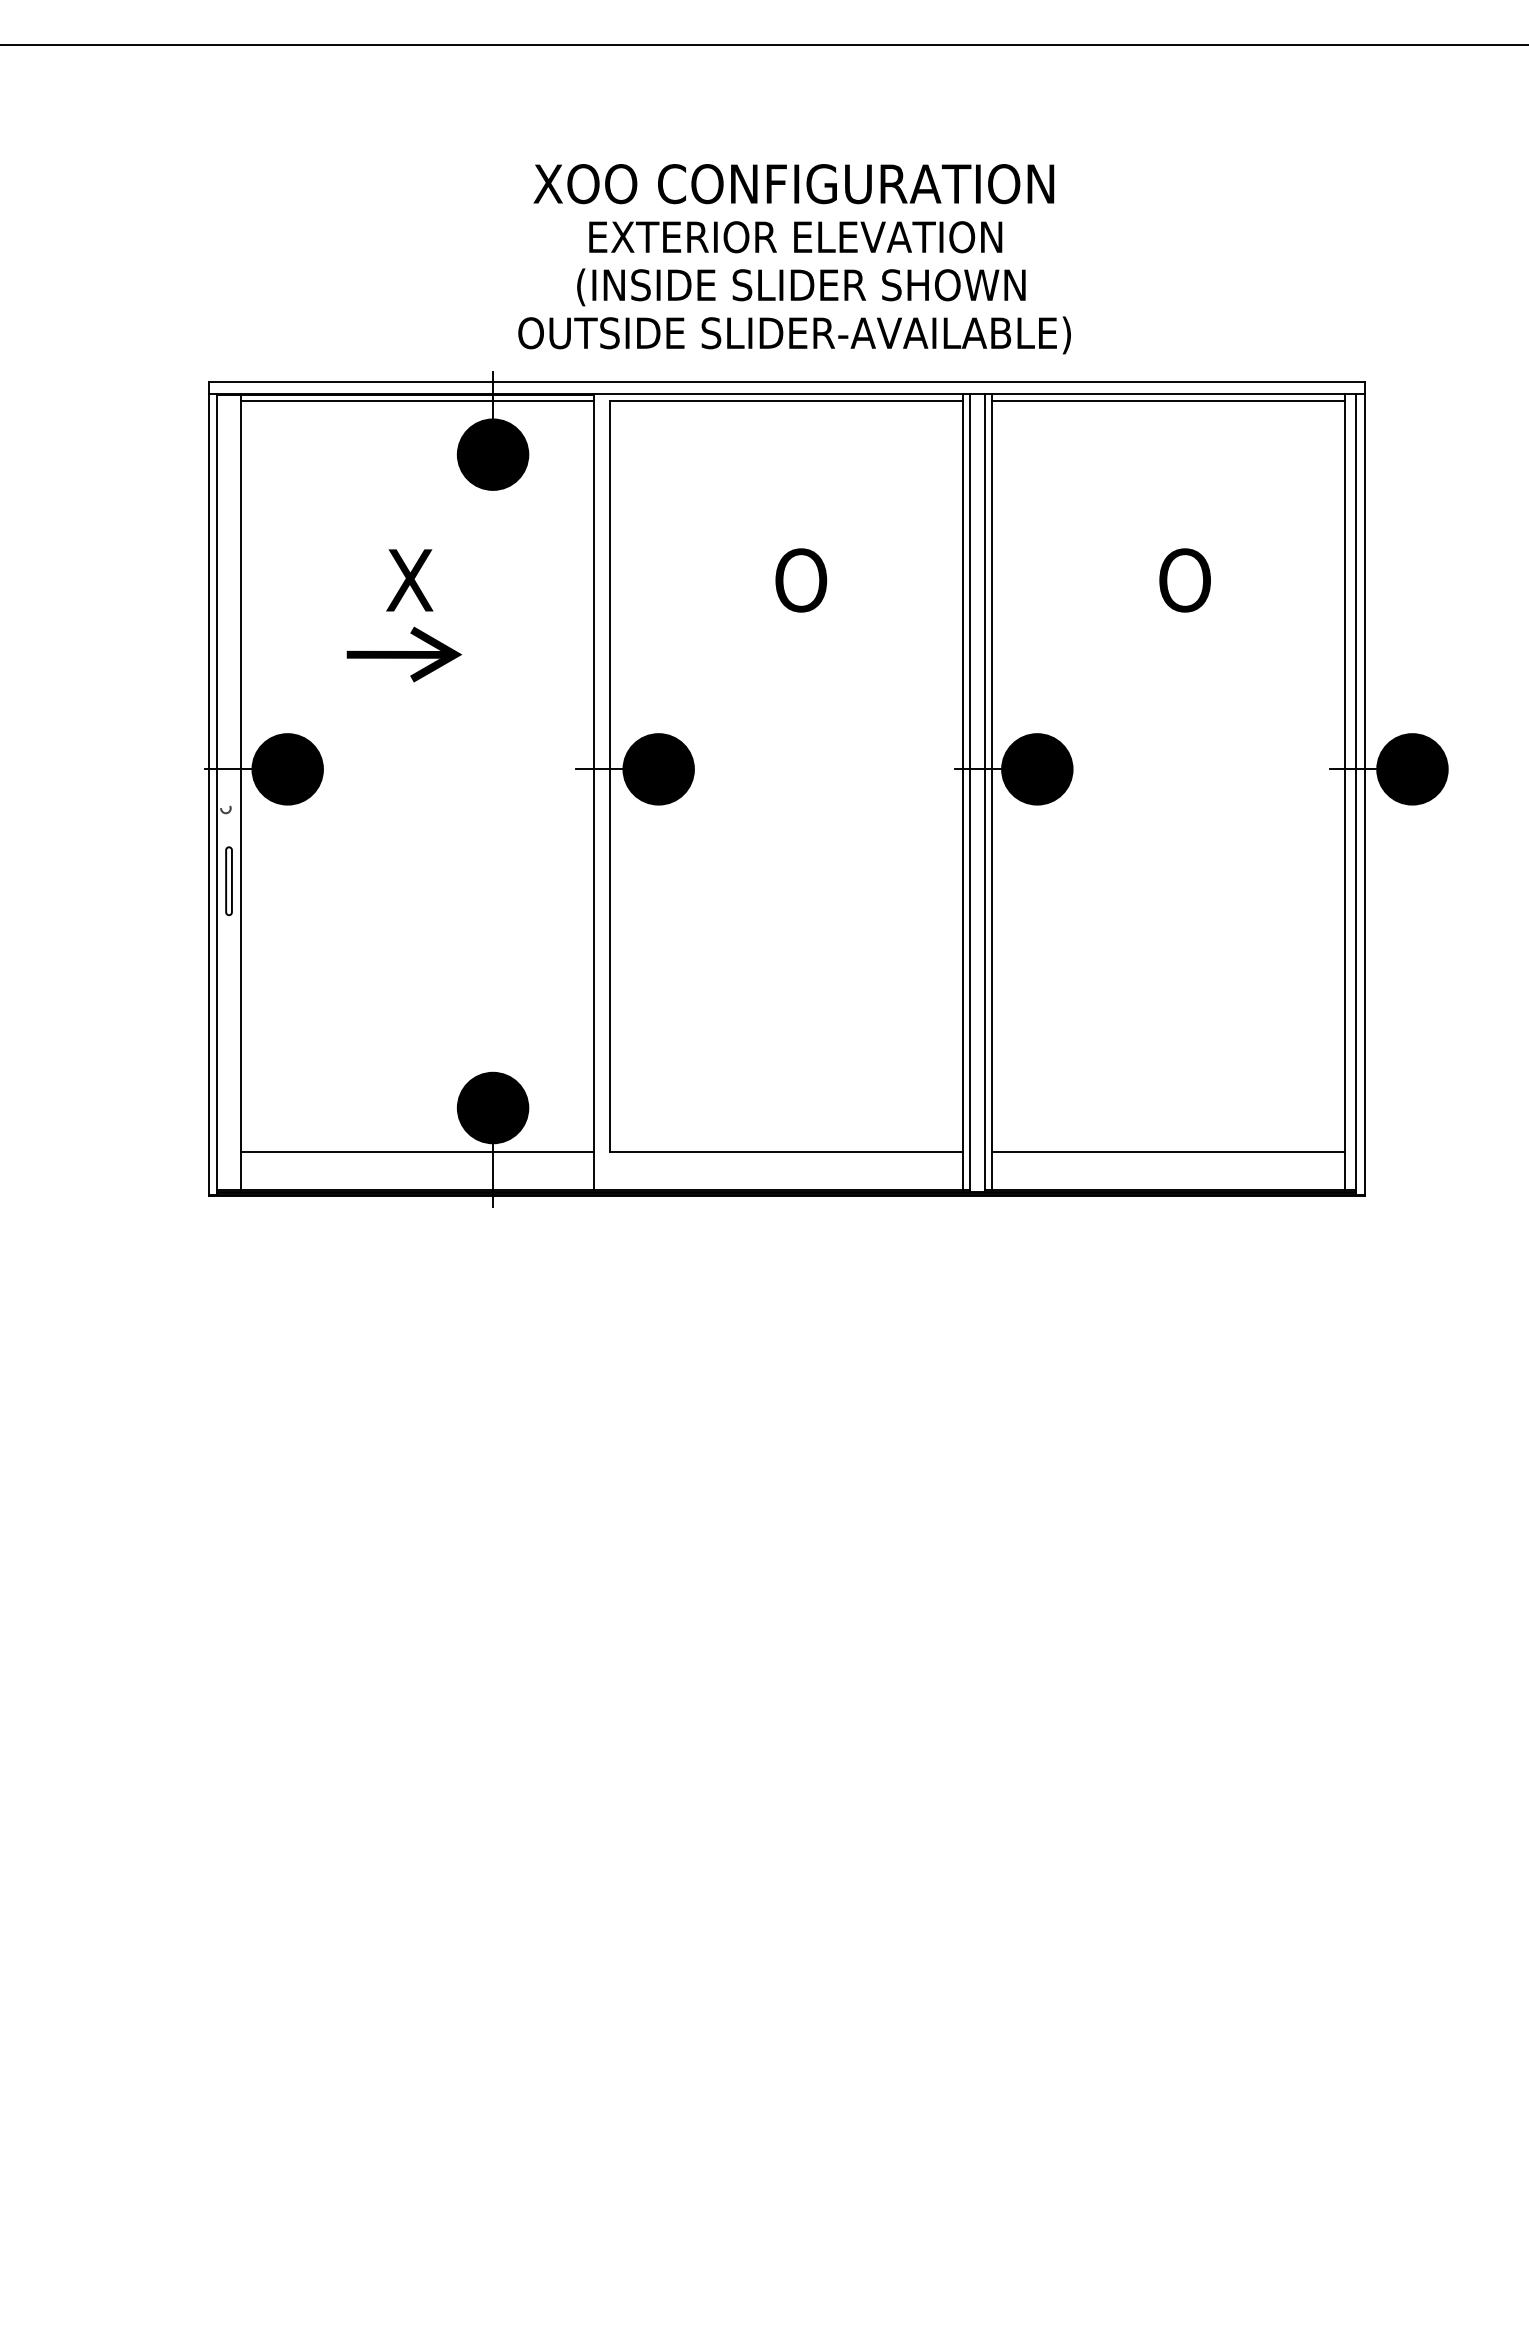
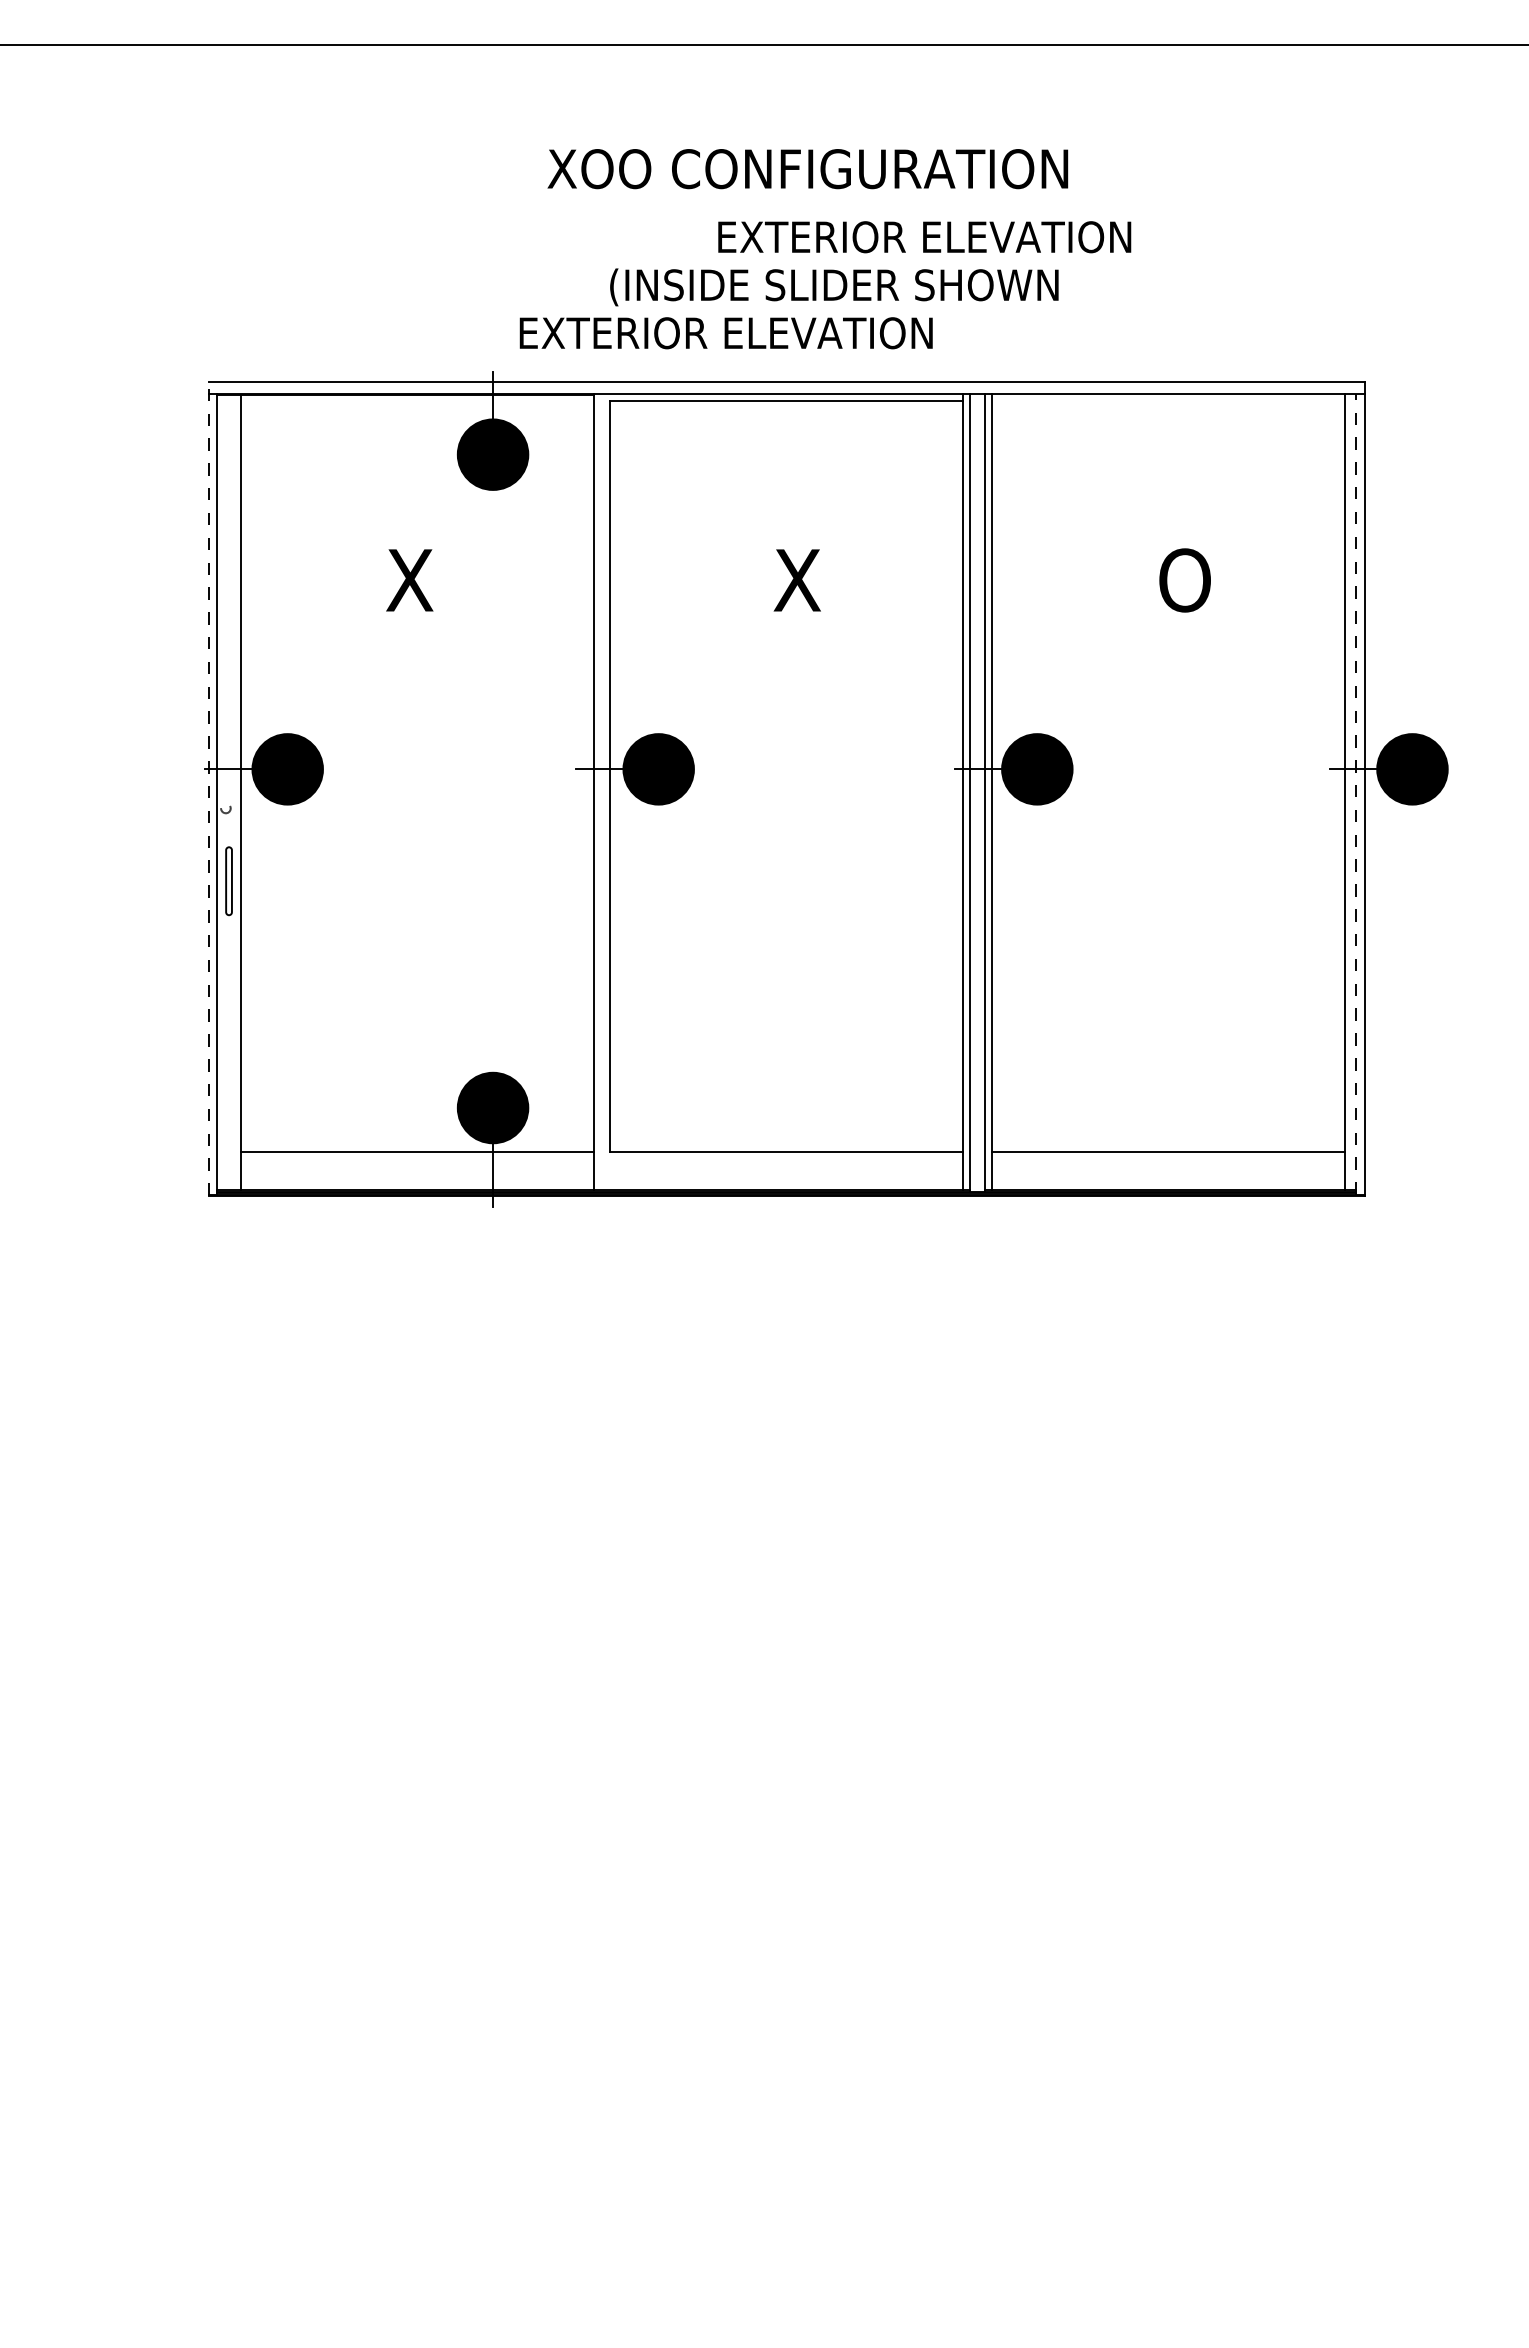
text at (793, 184) position: (793, 184) -> (807, 169)
text at (795, 237) position: (795, 237) -> (924, 237)
text at (801, 287) position: (801, 287) -> (834, 287)
text at (794, 335): OUTSIDE SLIDER-AVAILABLE) -> EXTERIOR ELEVATION
line at (416, 401): present -> none
line at (1167, 401): present -> none
text at (800, 580): O -> X
part at (404, 654): present -> none
line at (208, 788): solid -> dashed
line at (1355, 793): solid -> dashed
